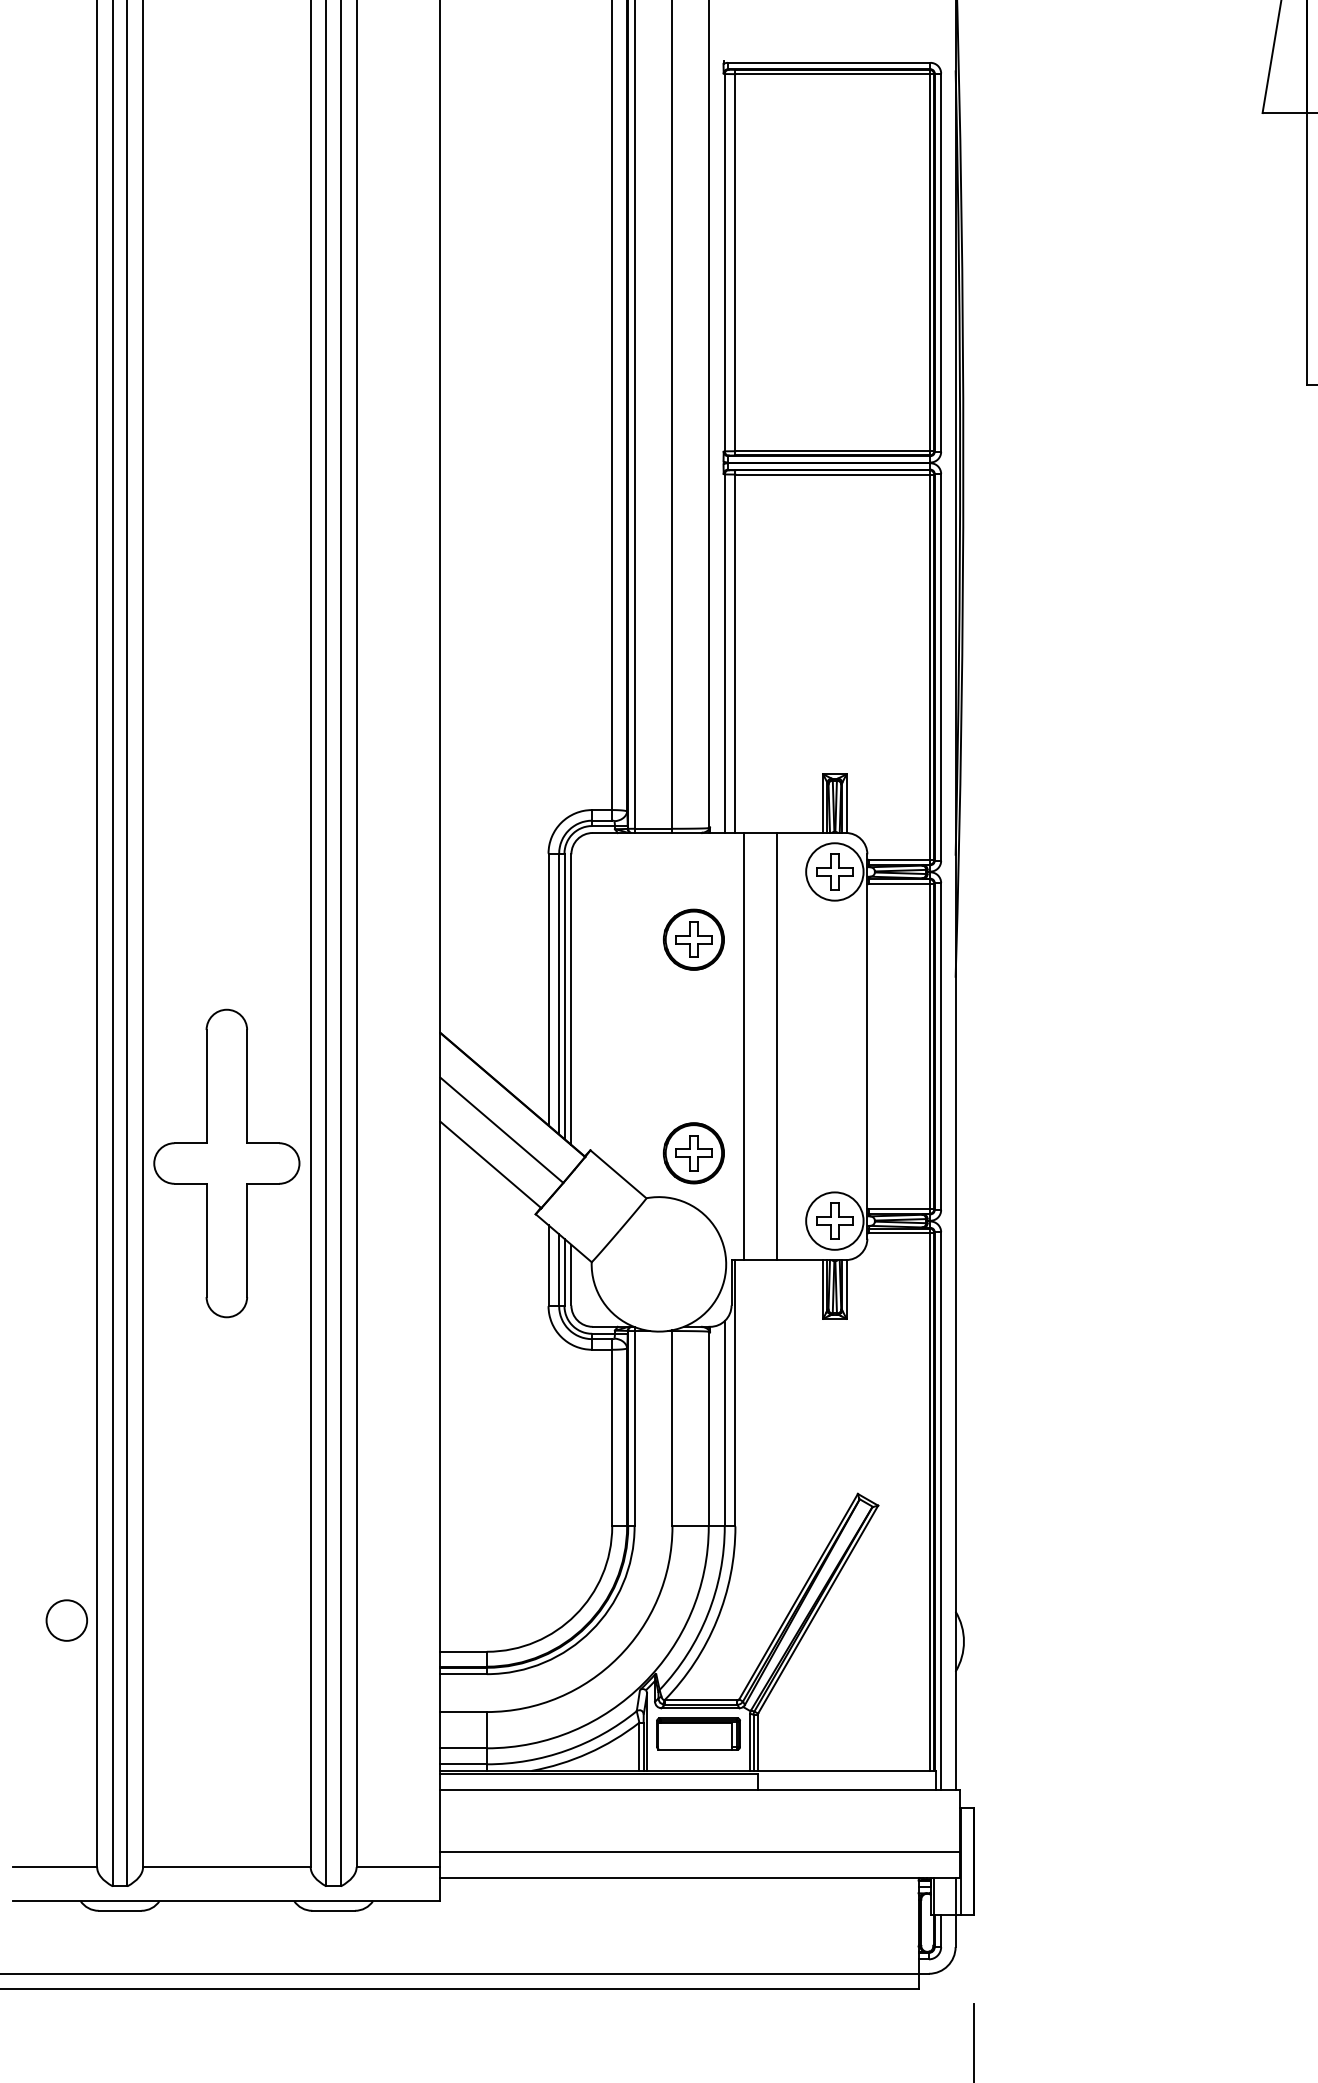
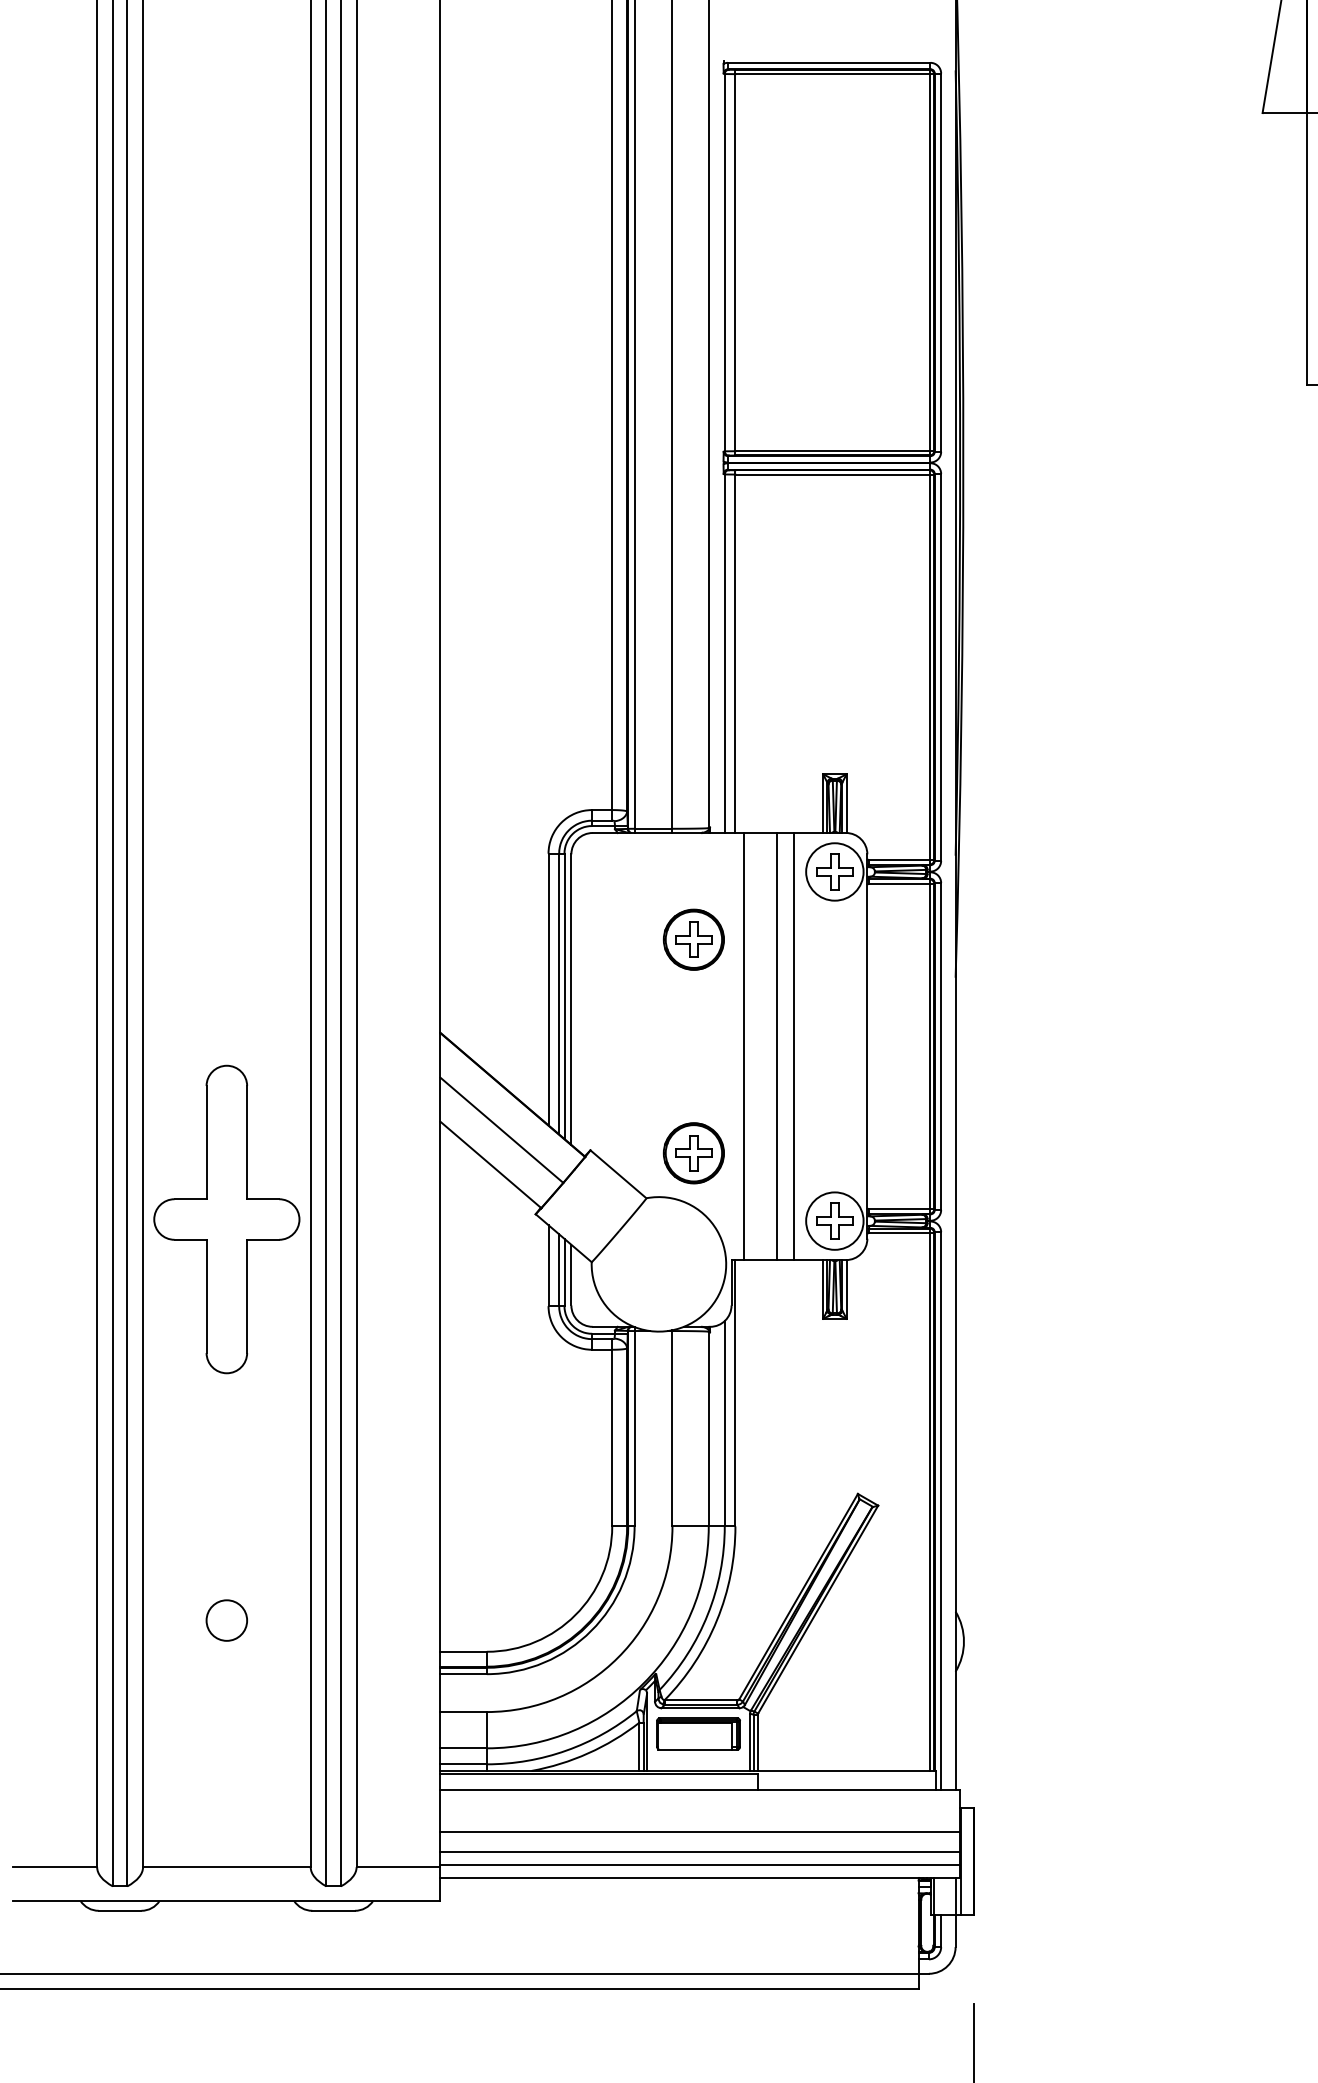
line at (794, 1046): none -> present
part at (226, 1163) position: (226, 1163) -> (226, 1219)
circle at (66, 1620) position: (66, 1620) -> (226, 1620)
line at (700, 1831): none -> present
line at (700, 1864): none -> present
